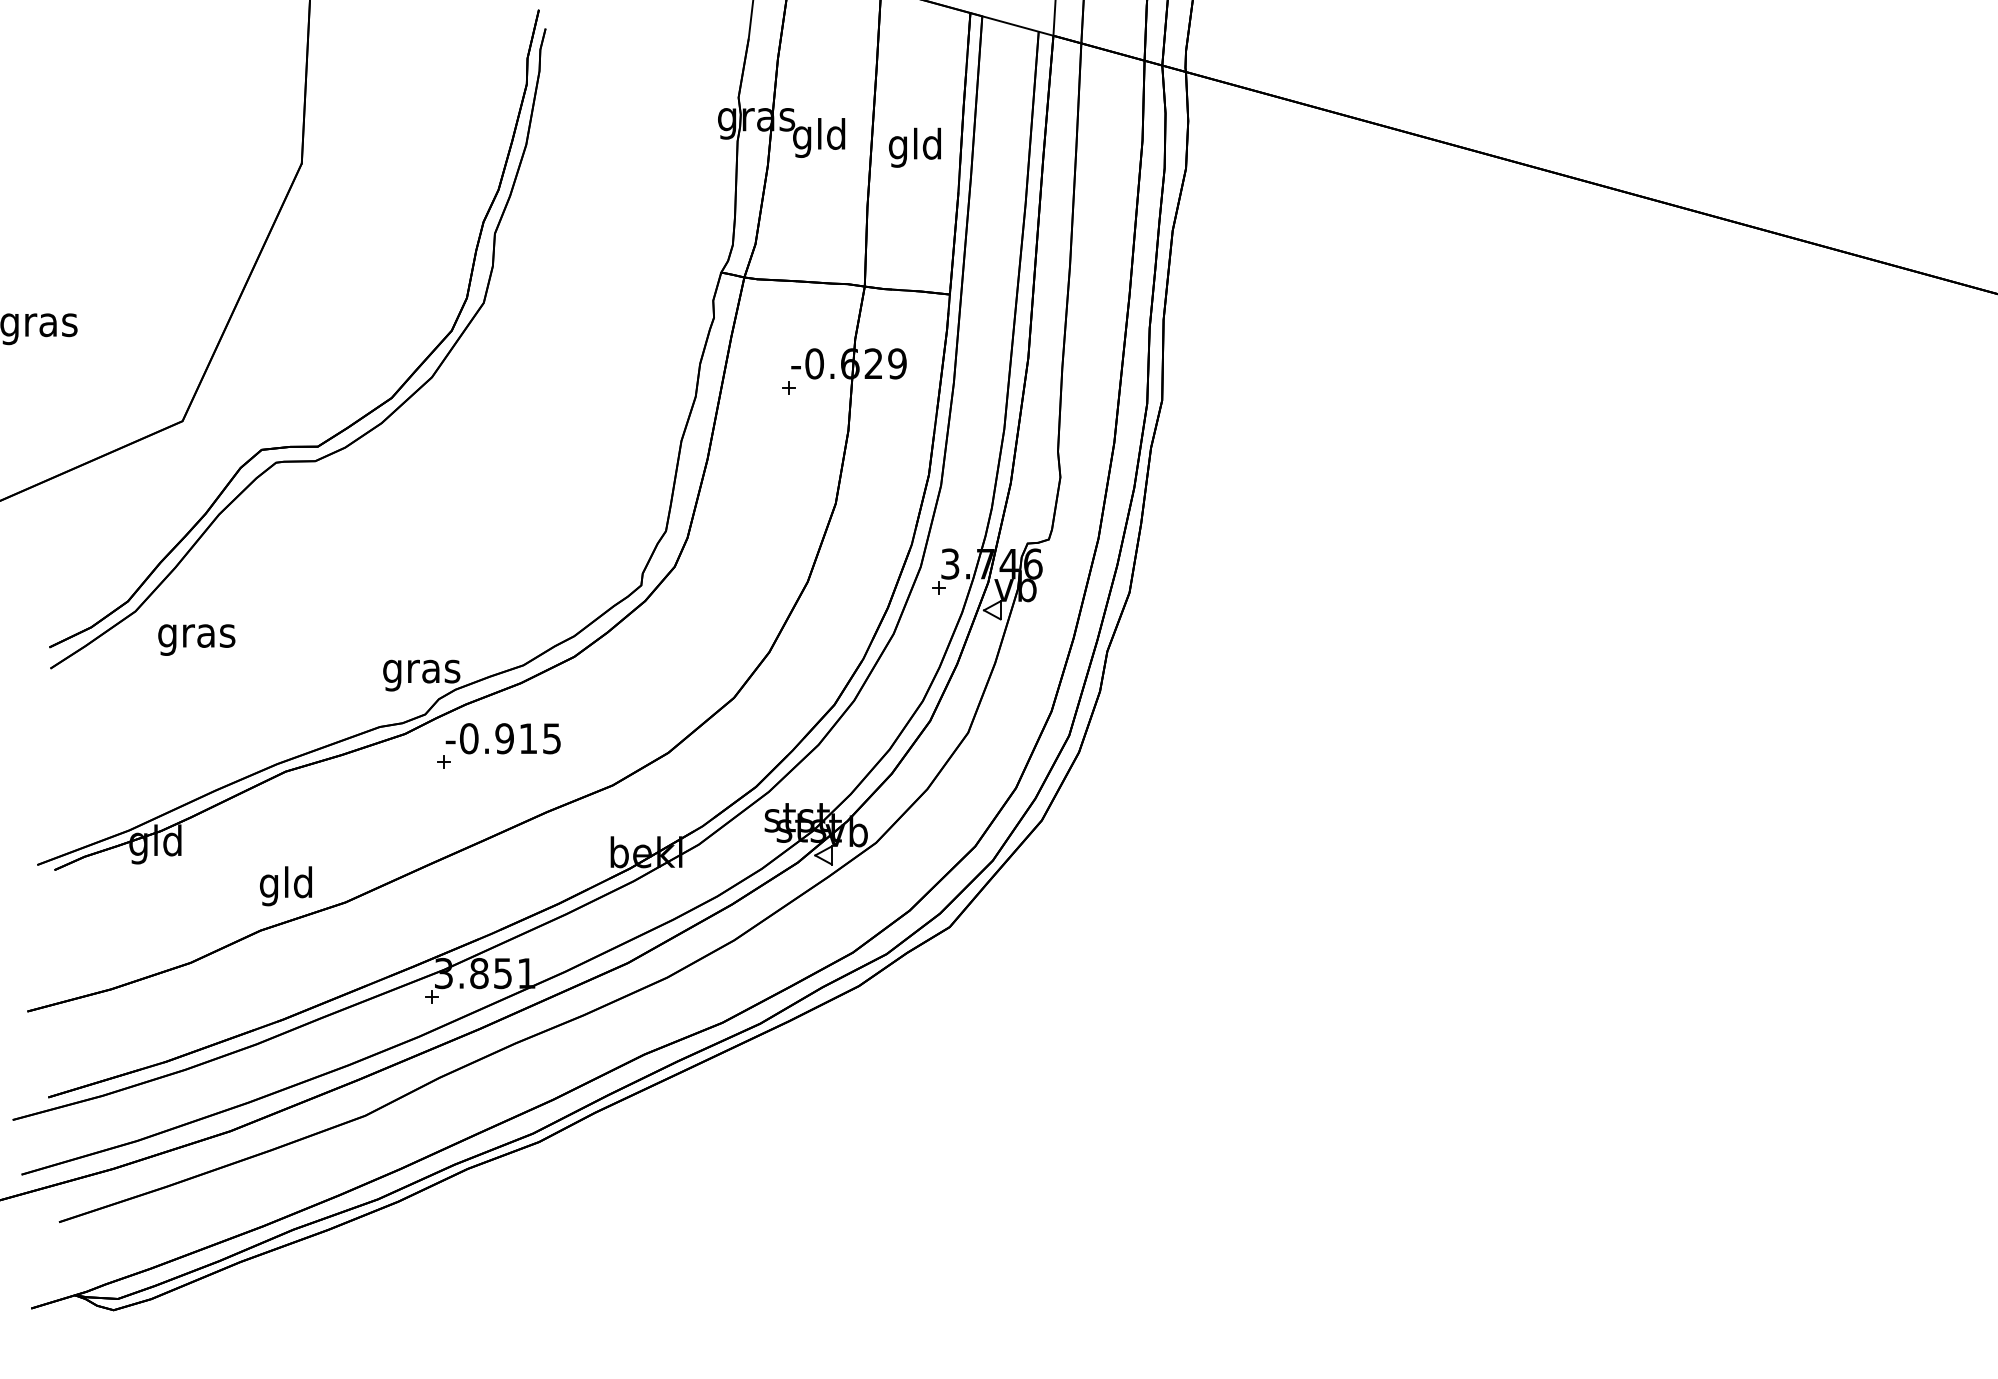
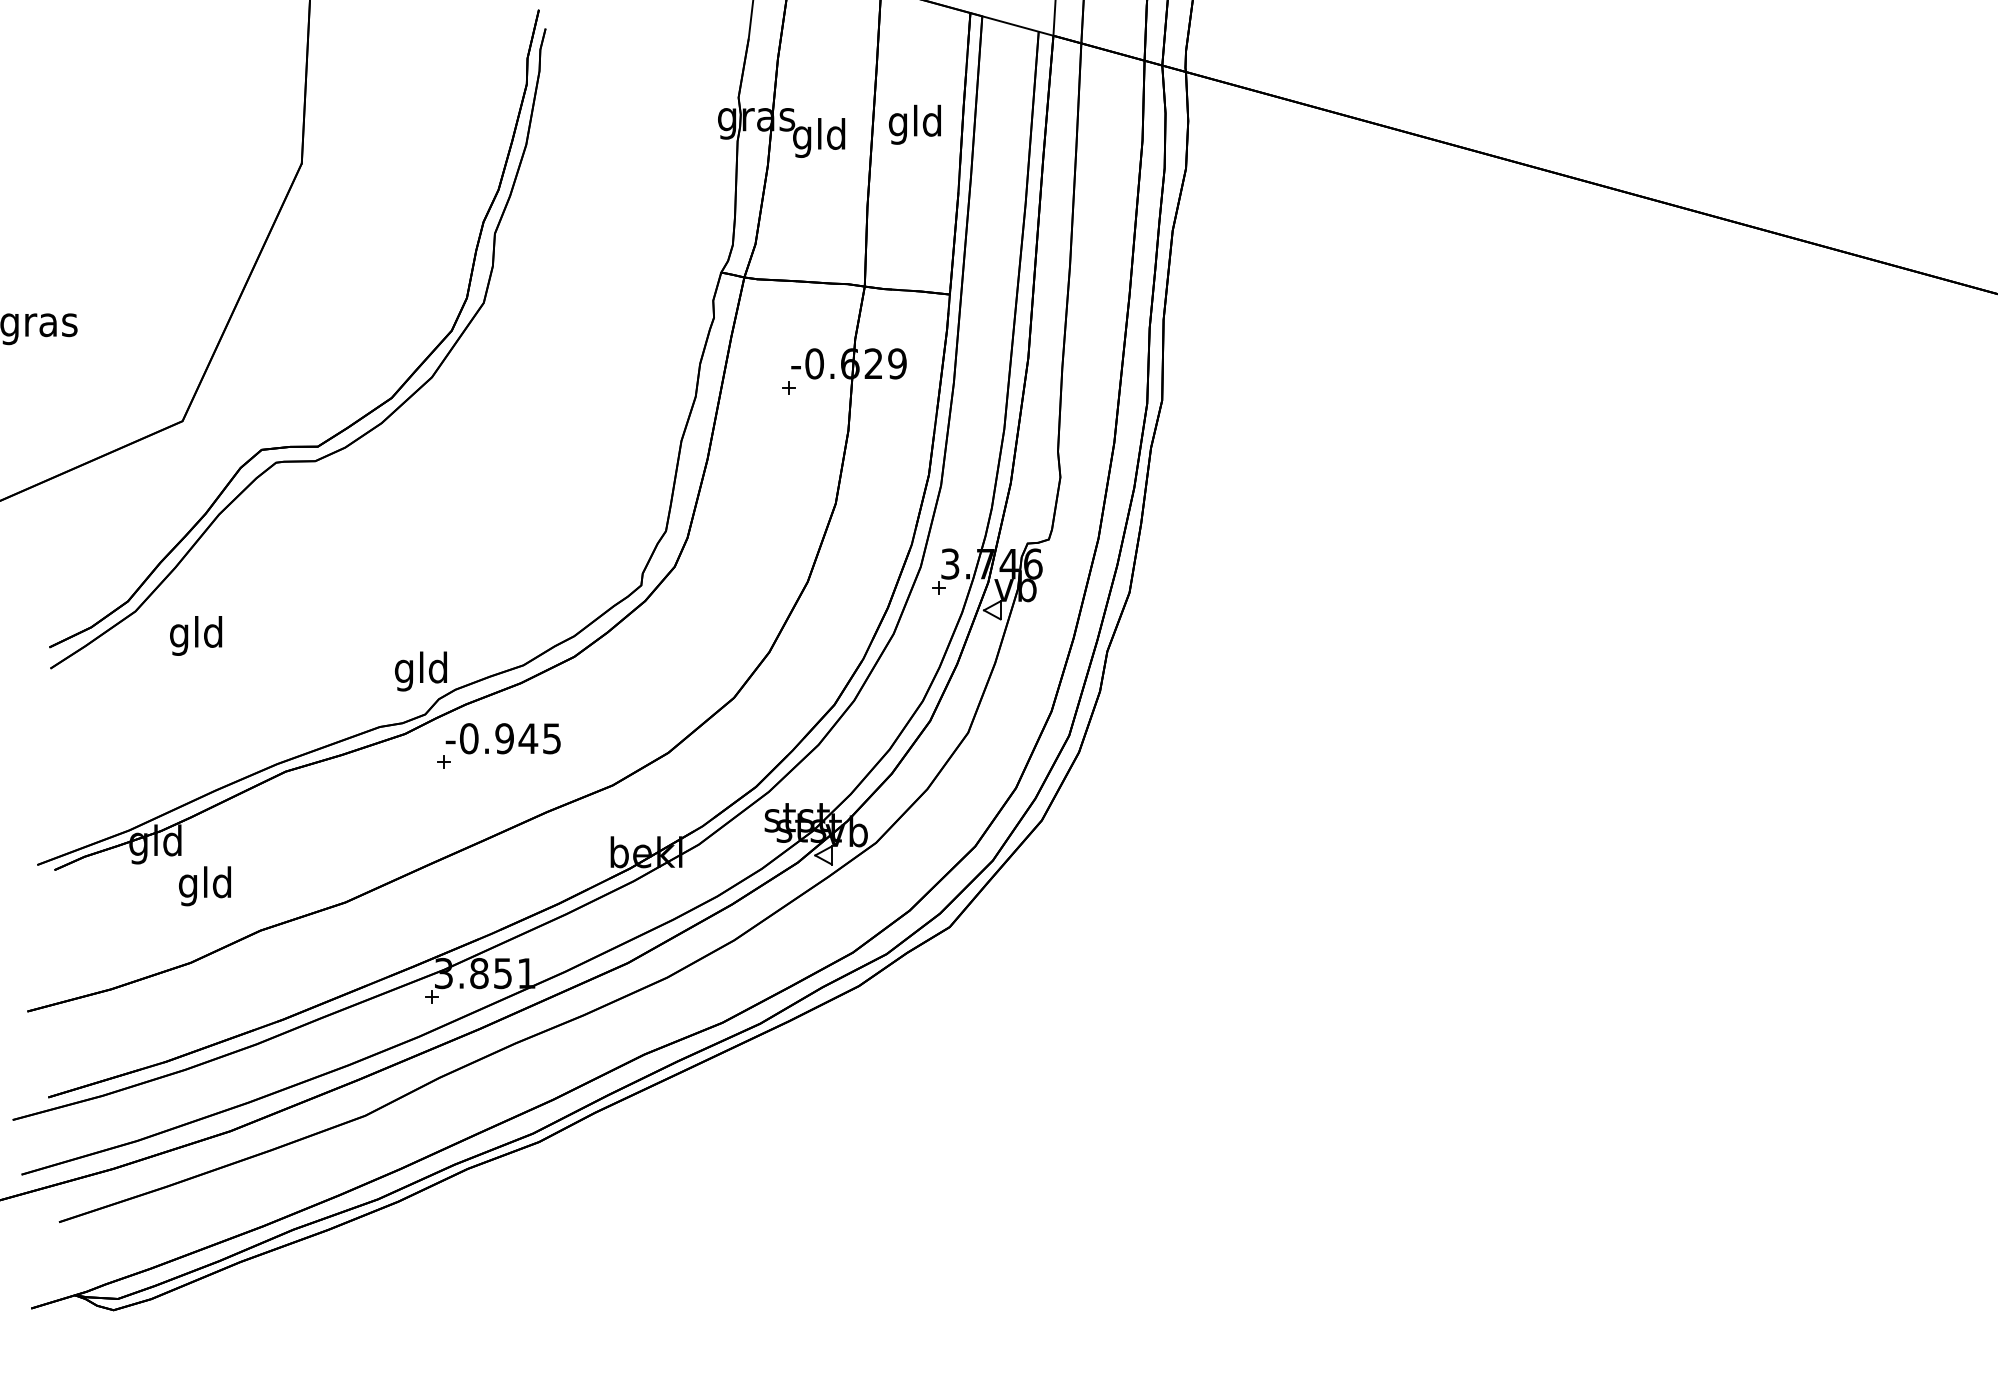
text at (914, 147) position: (914, 147) -> (914, 124)
text at (196, 635): gras -> gld
text at (421, 671): gras -> gld
text at (528, 738): -0.915 -> -0.945
text at (285, 886) position: (285, 886) -> (204, 886)
